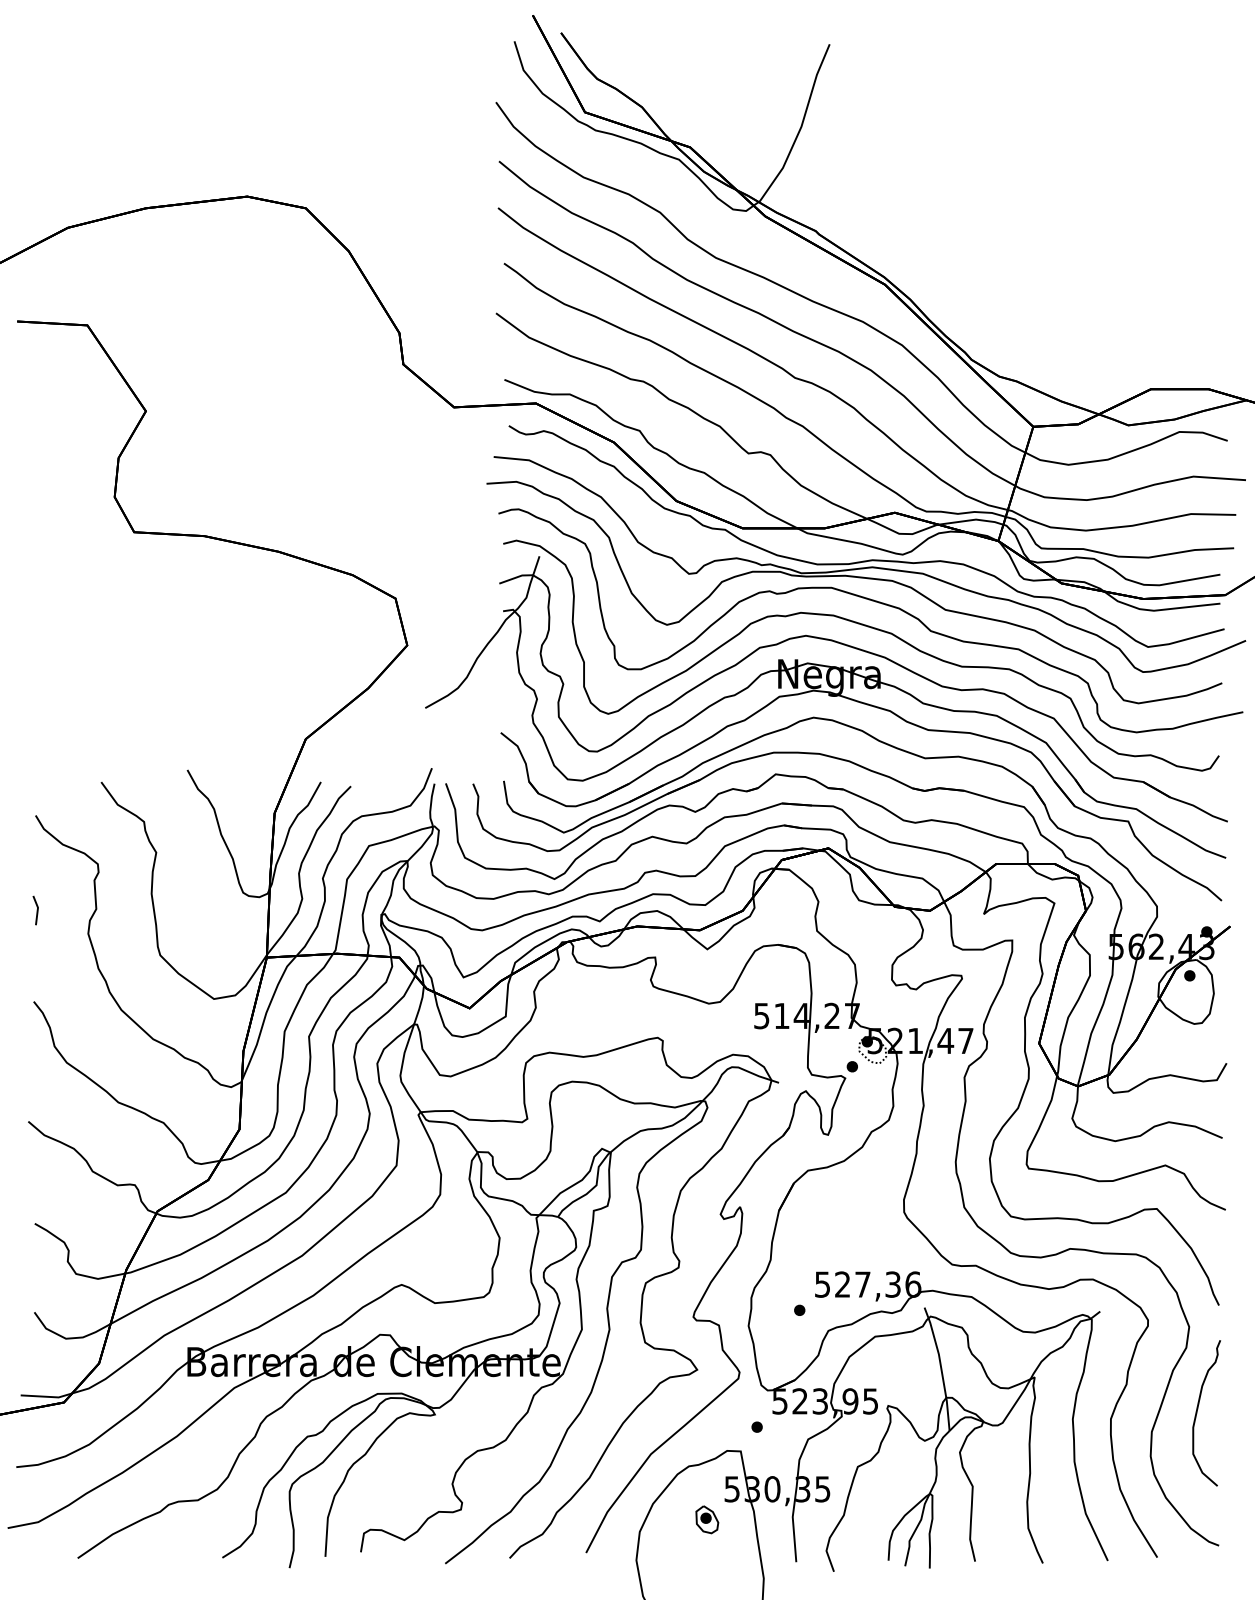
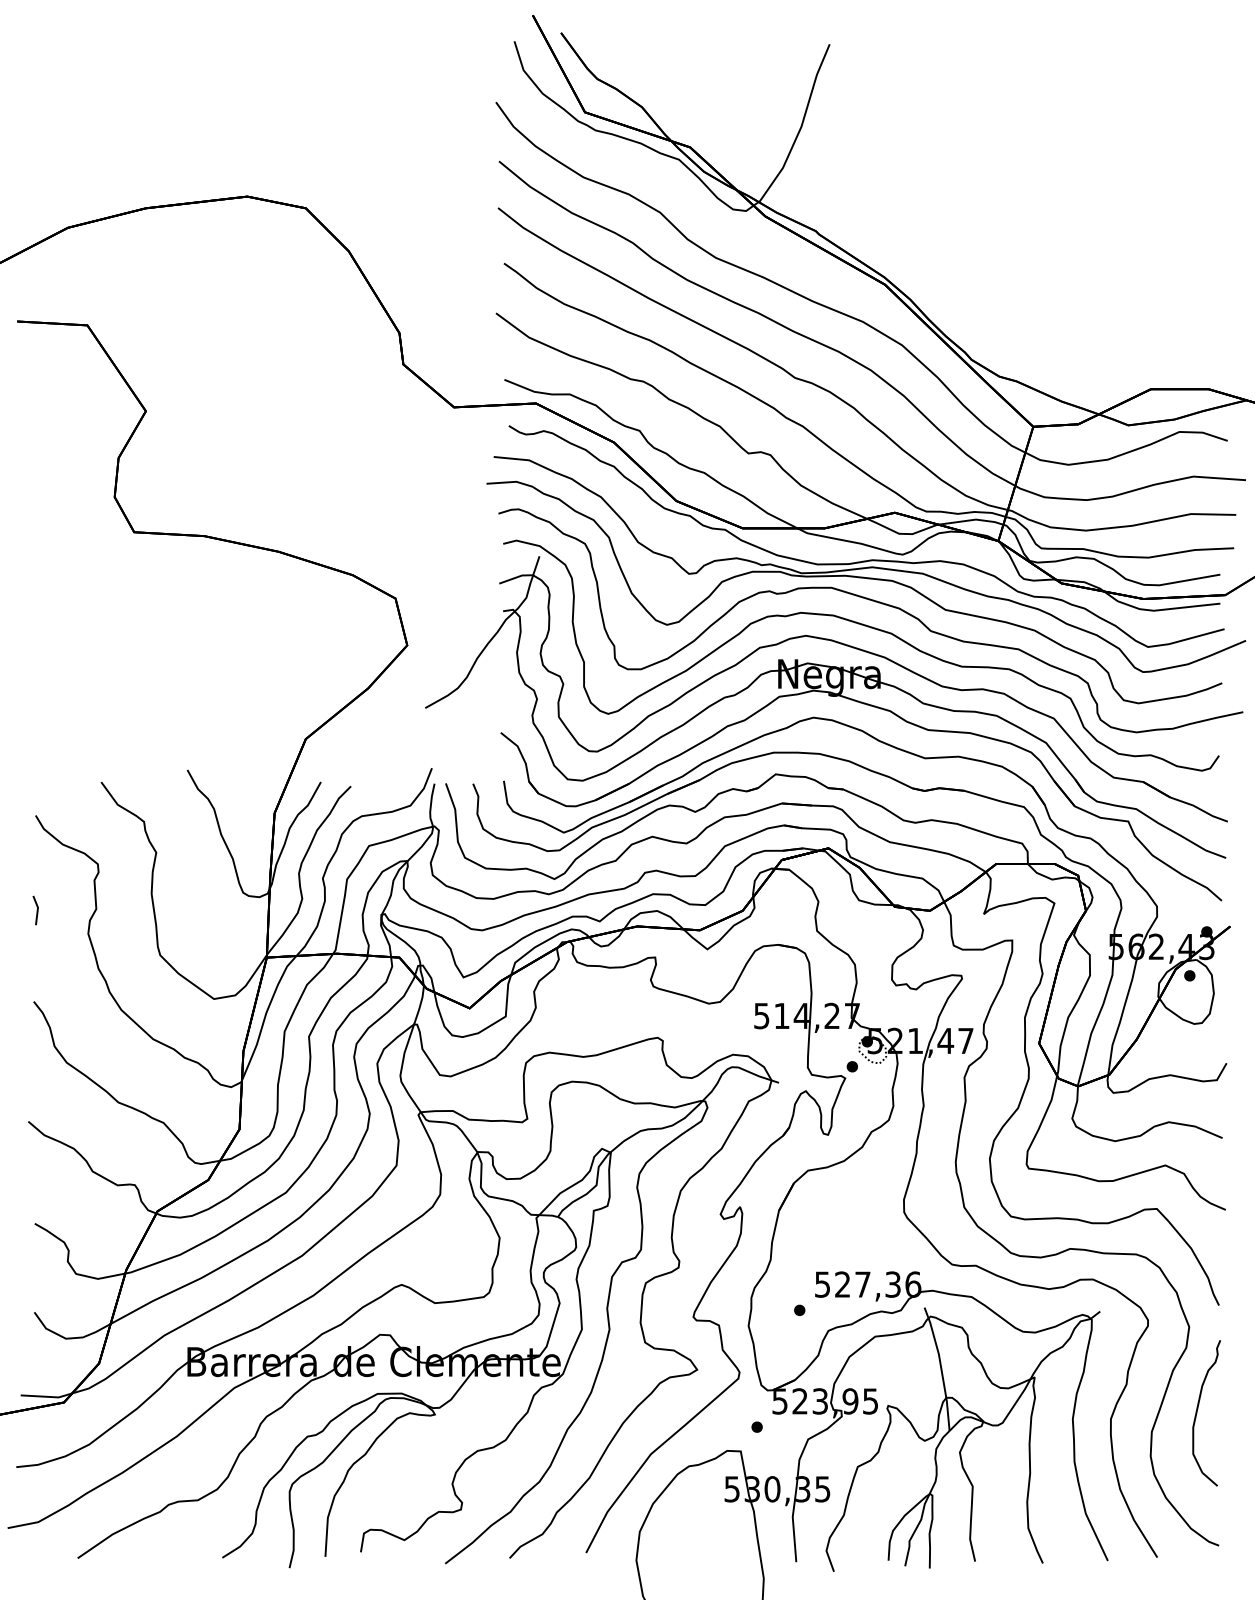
part at (707, 1519): present -> none
